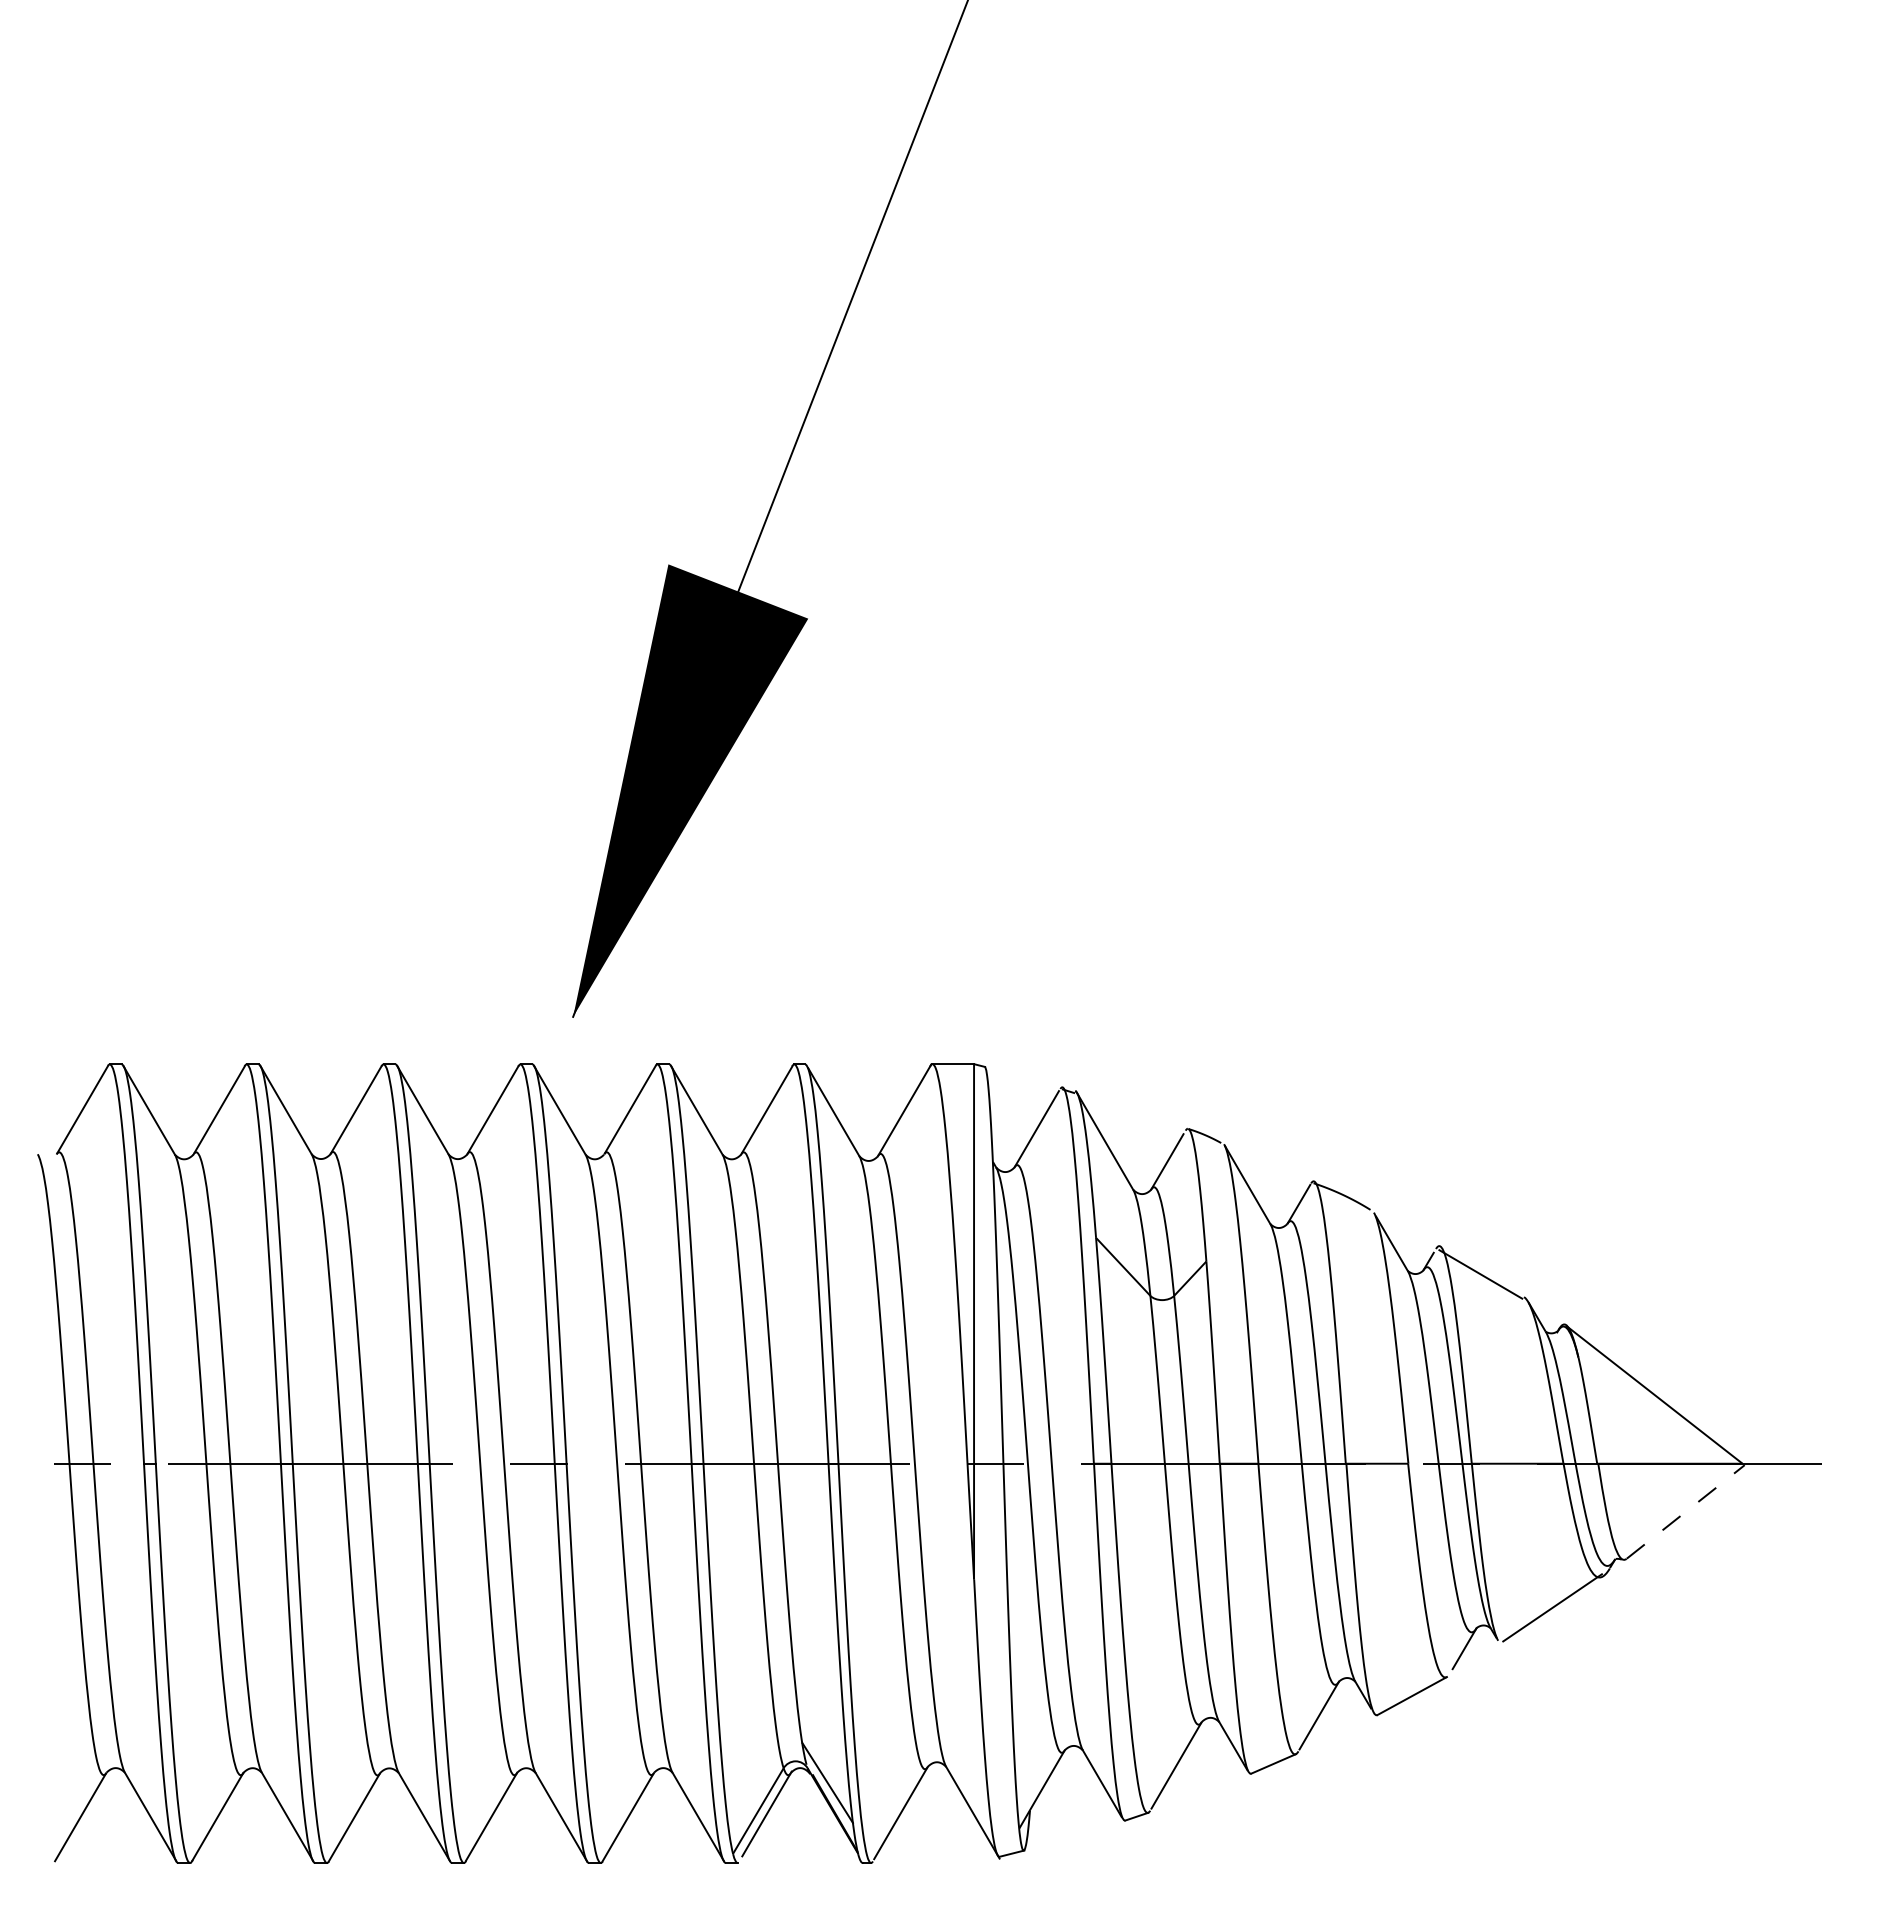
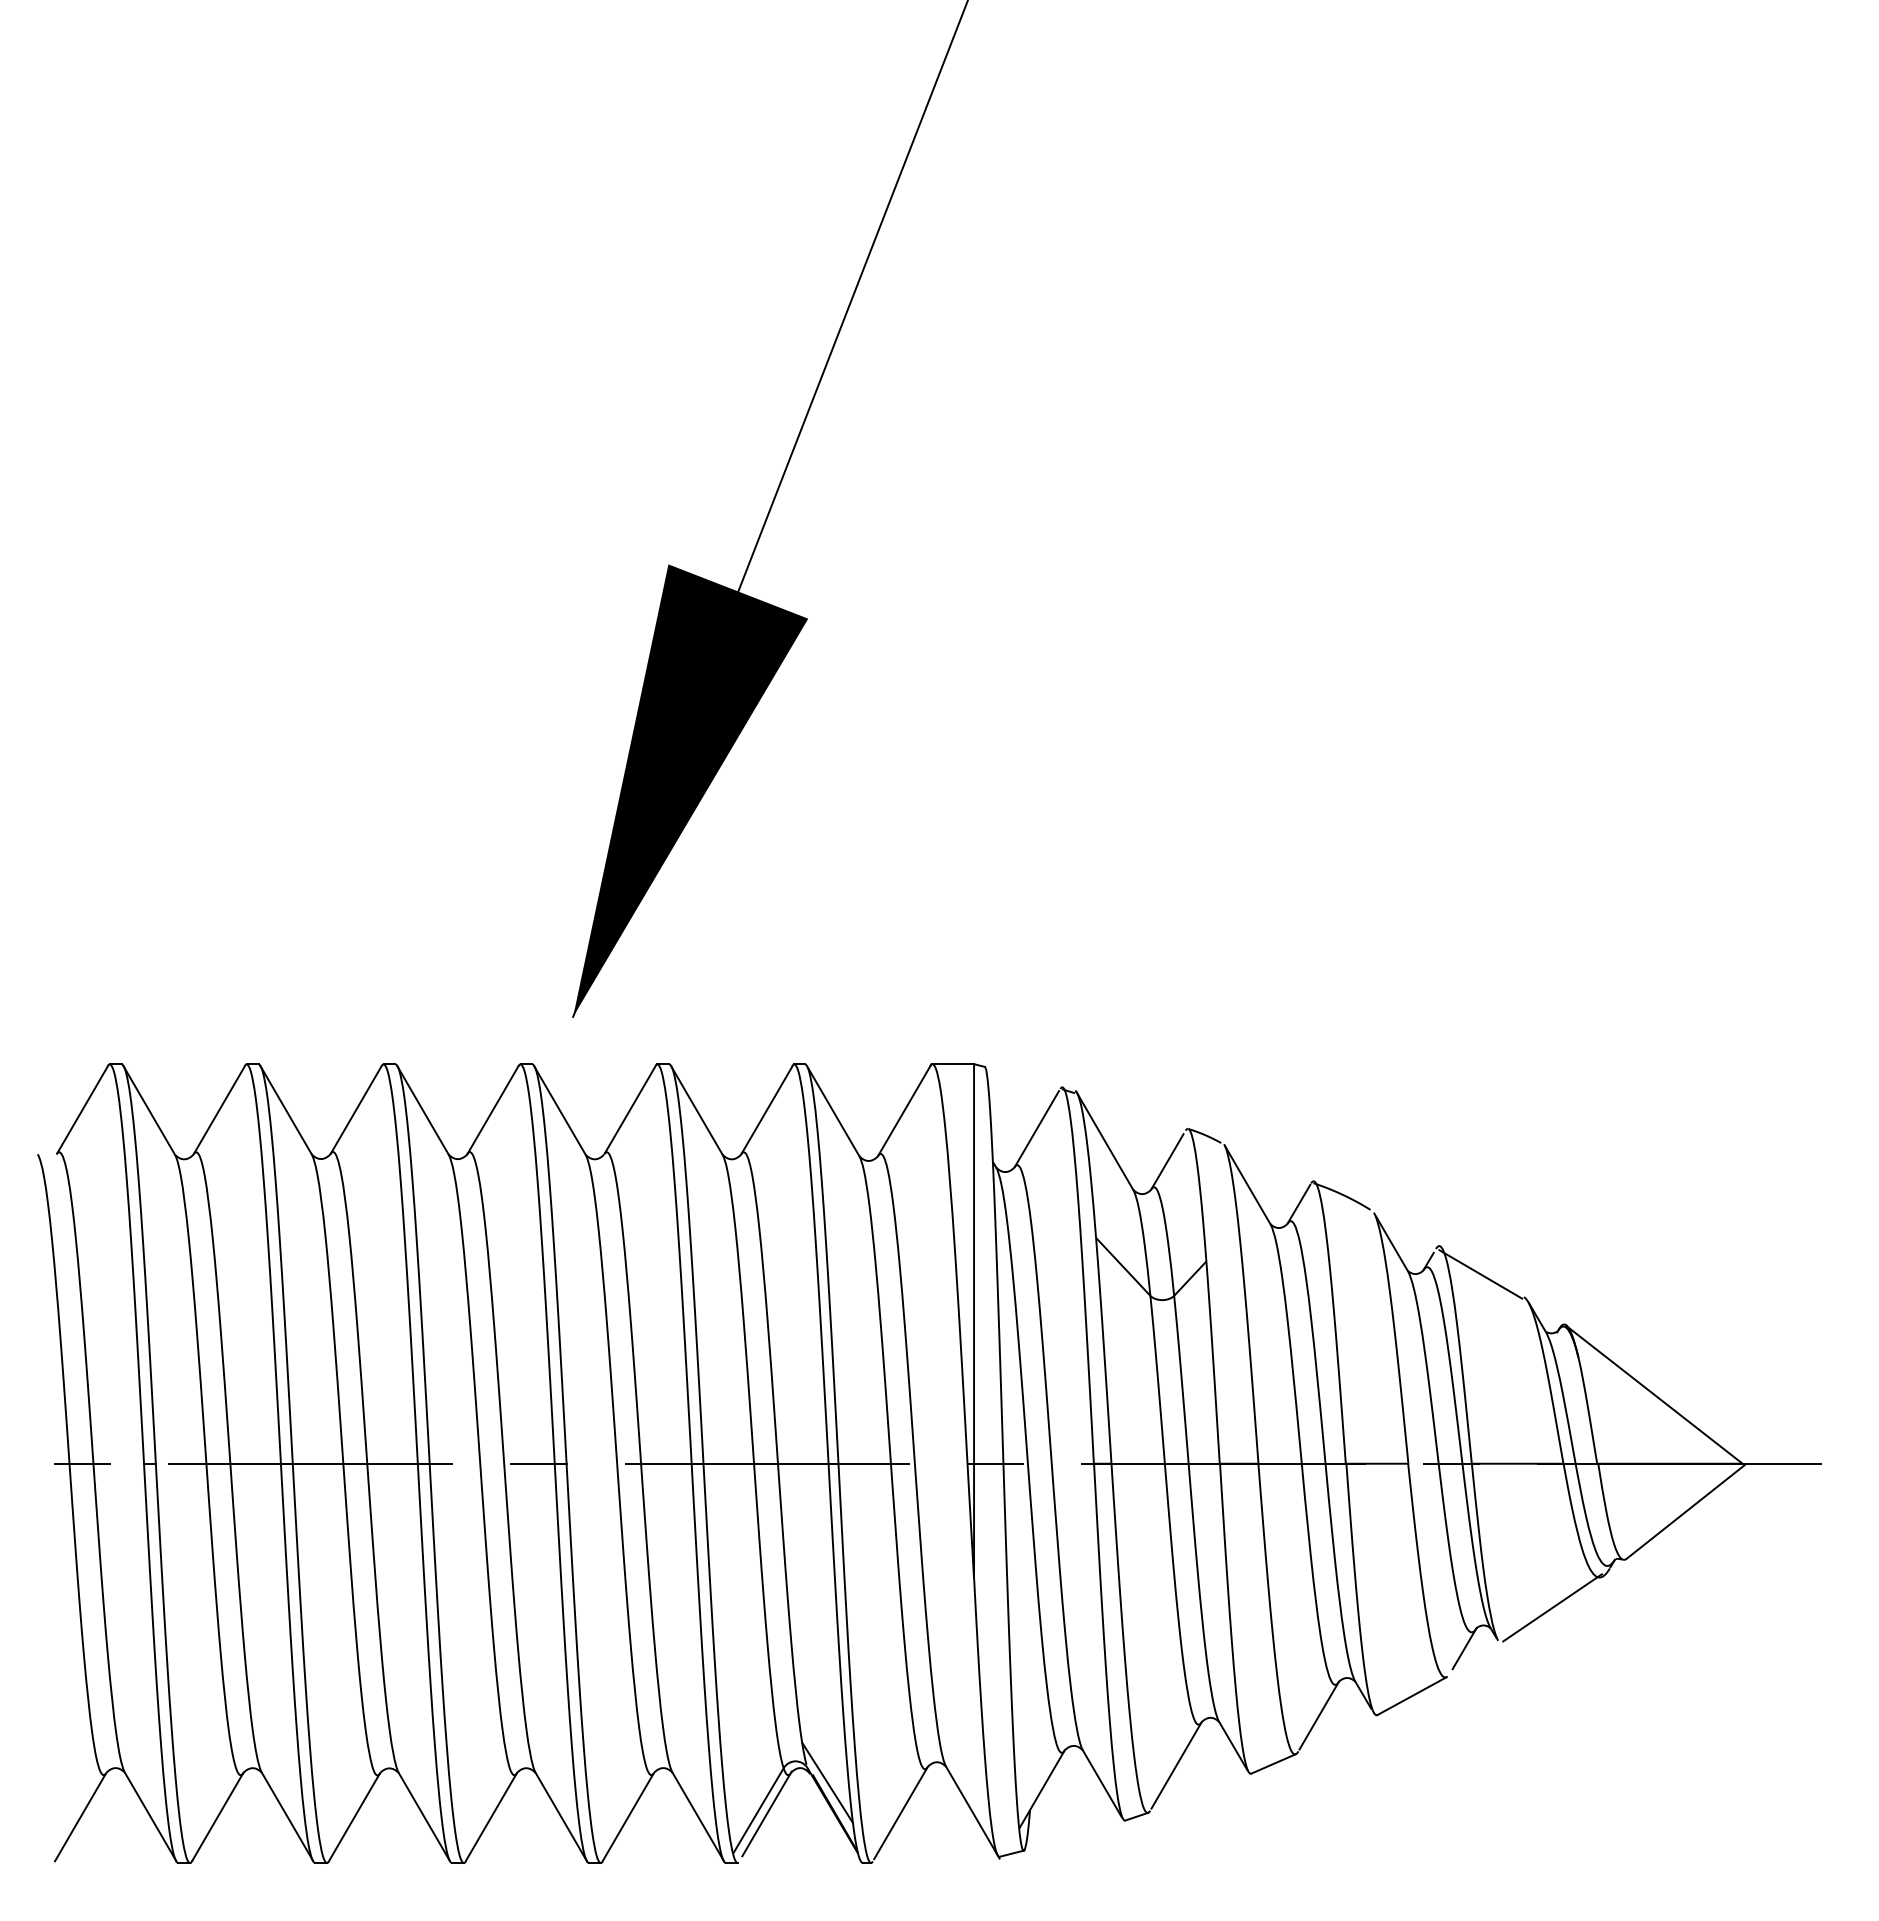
line at (1686, 1511): dashed -> solid
